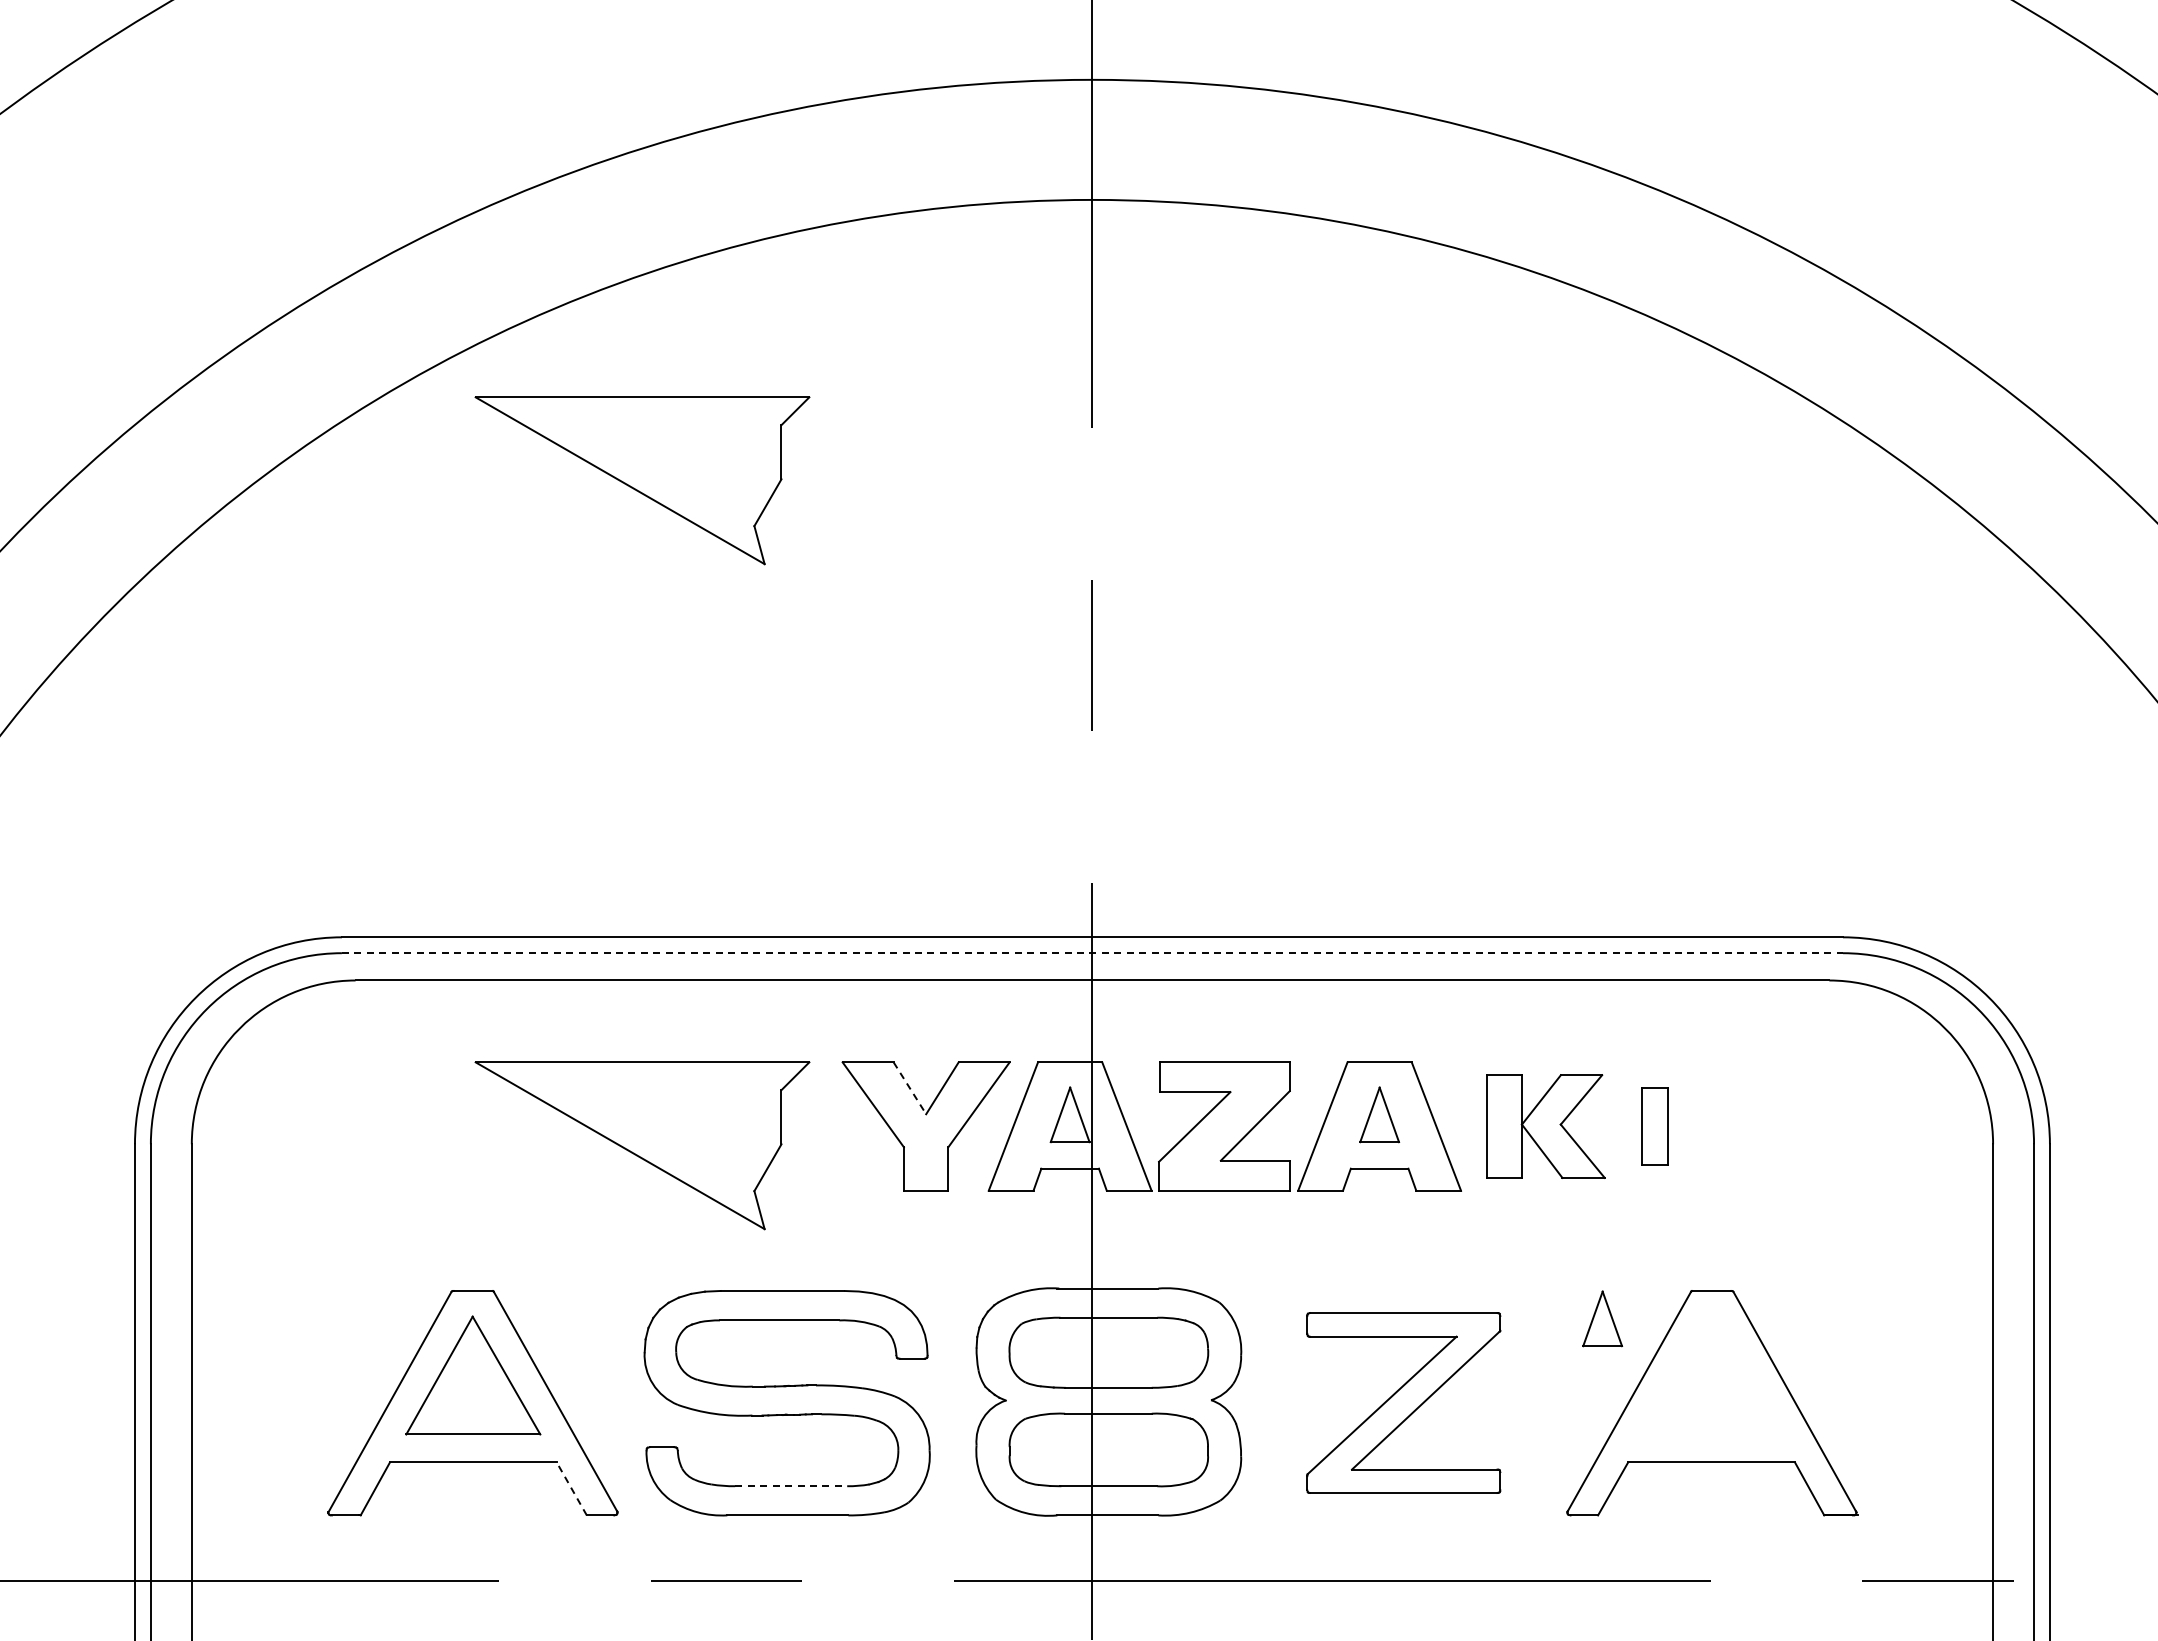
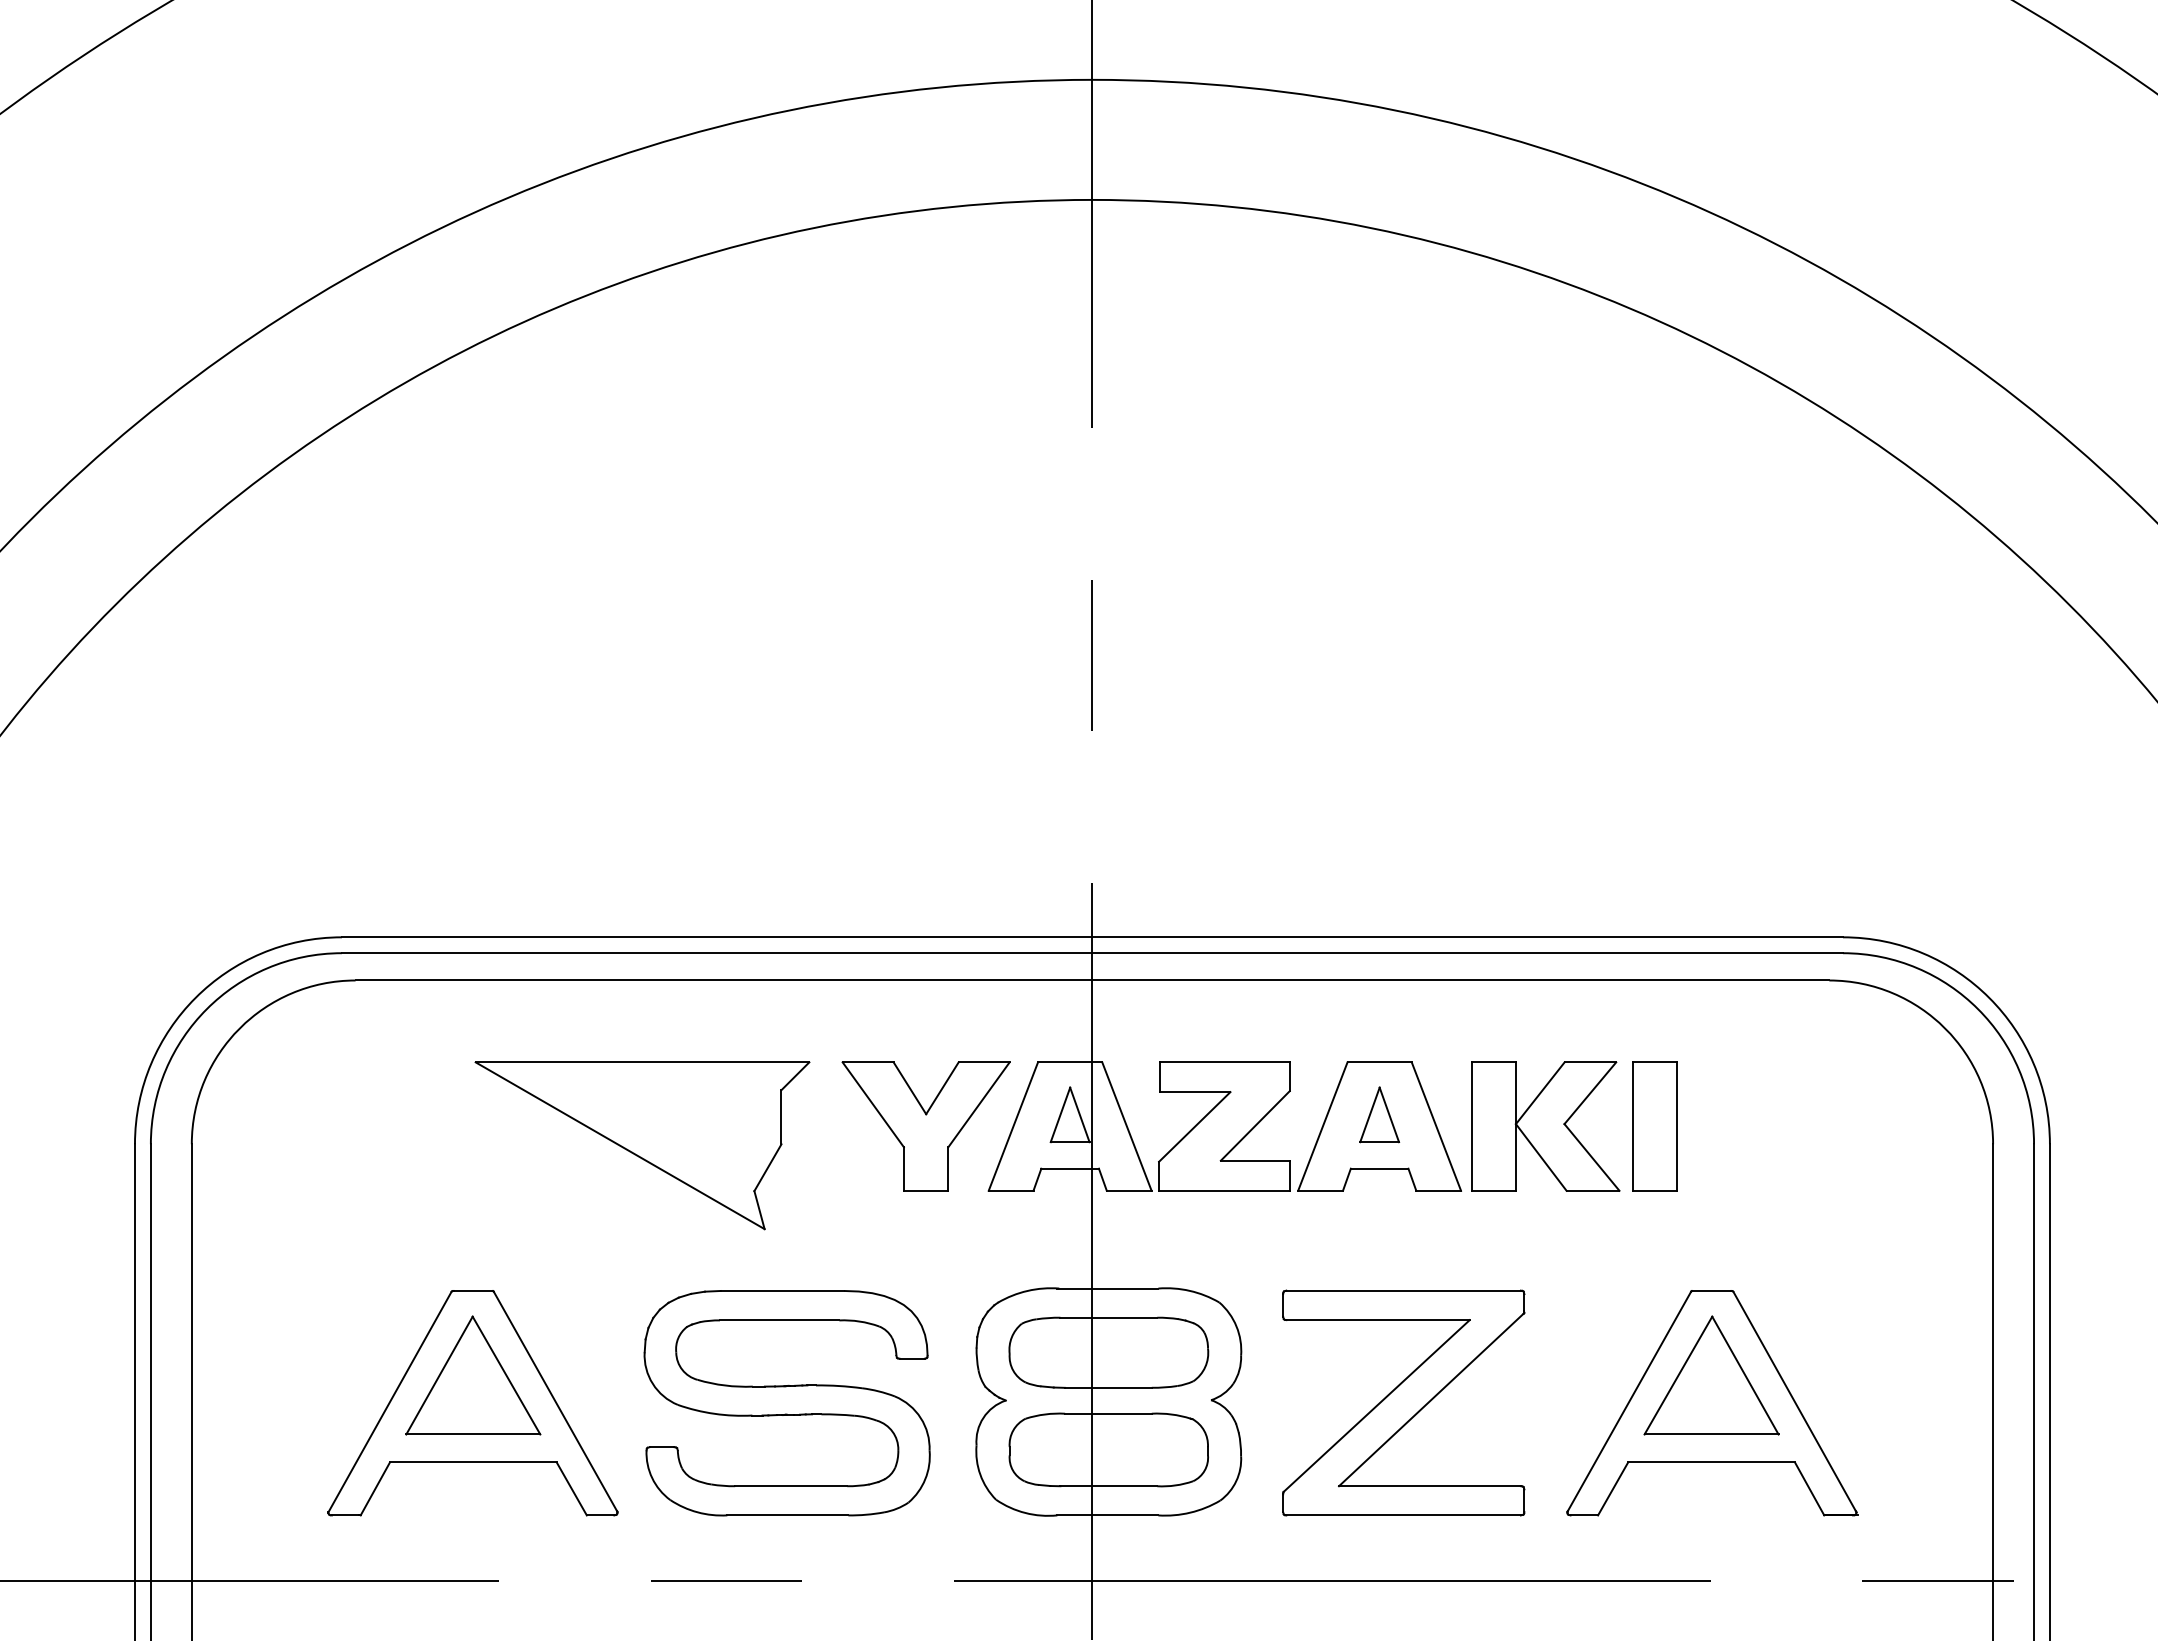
part at (642, 480): present -> none
line at (1092, 953): dashed -> solid
line at (909, 1088): dashed -> solid
part at (1545, 1126) size: 120x105 px -> 150x131 px
part at (1654, 1126) size: 28x79 px -> 46x131 px
part at (1602, 1318): present -> none
part at (1711, 1375): none -> present
part at (1403, 1402) size: 196x182 px -> 244x228 px
line at (791, 1486): dashed -> solid
line at (571, 1488): dashed -> solid
